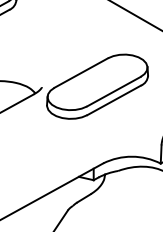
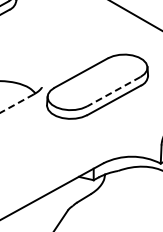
line at (113, 91): solid -> dashed
line at (17, 103): solid -> dashed
